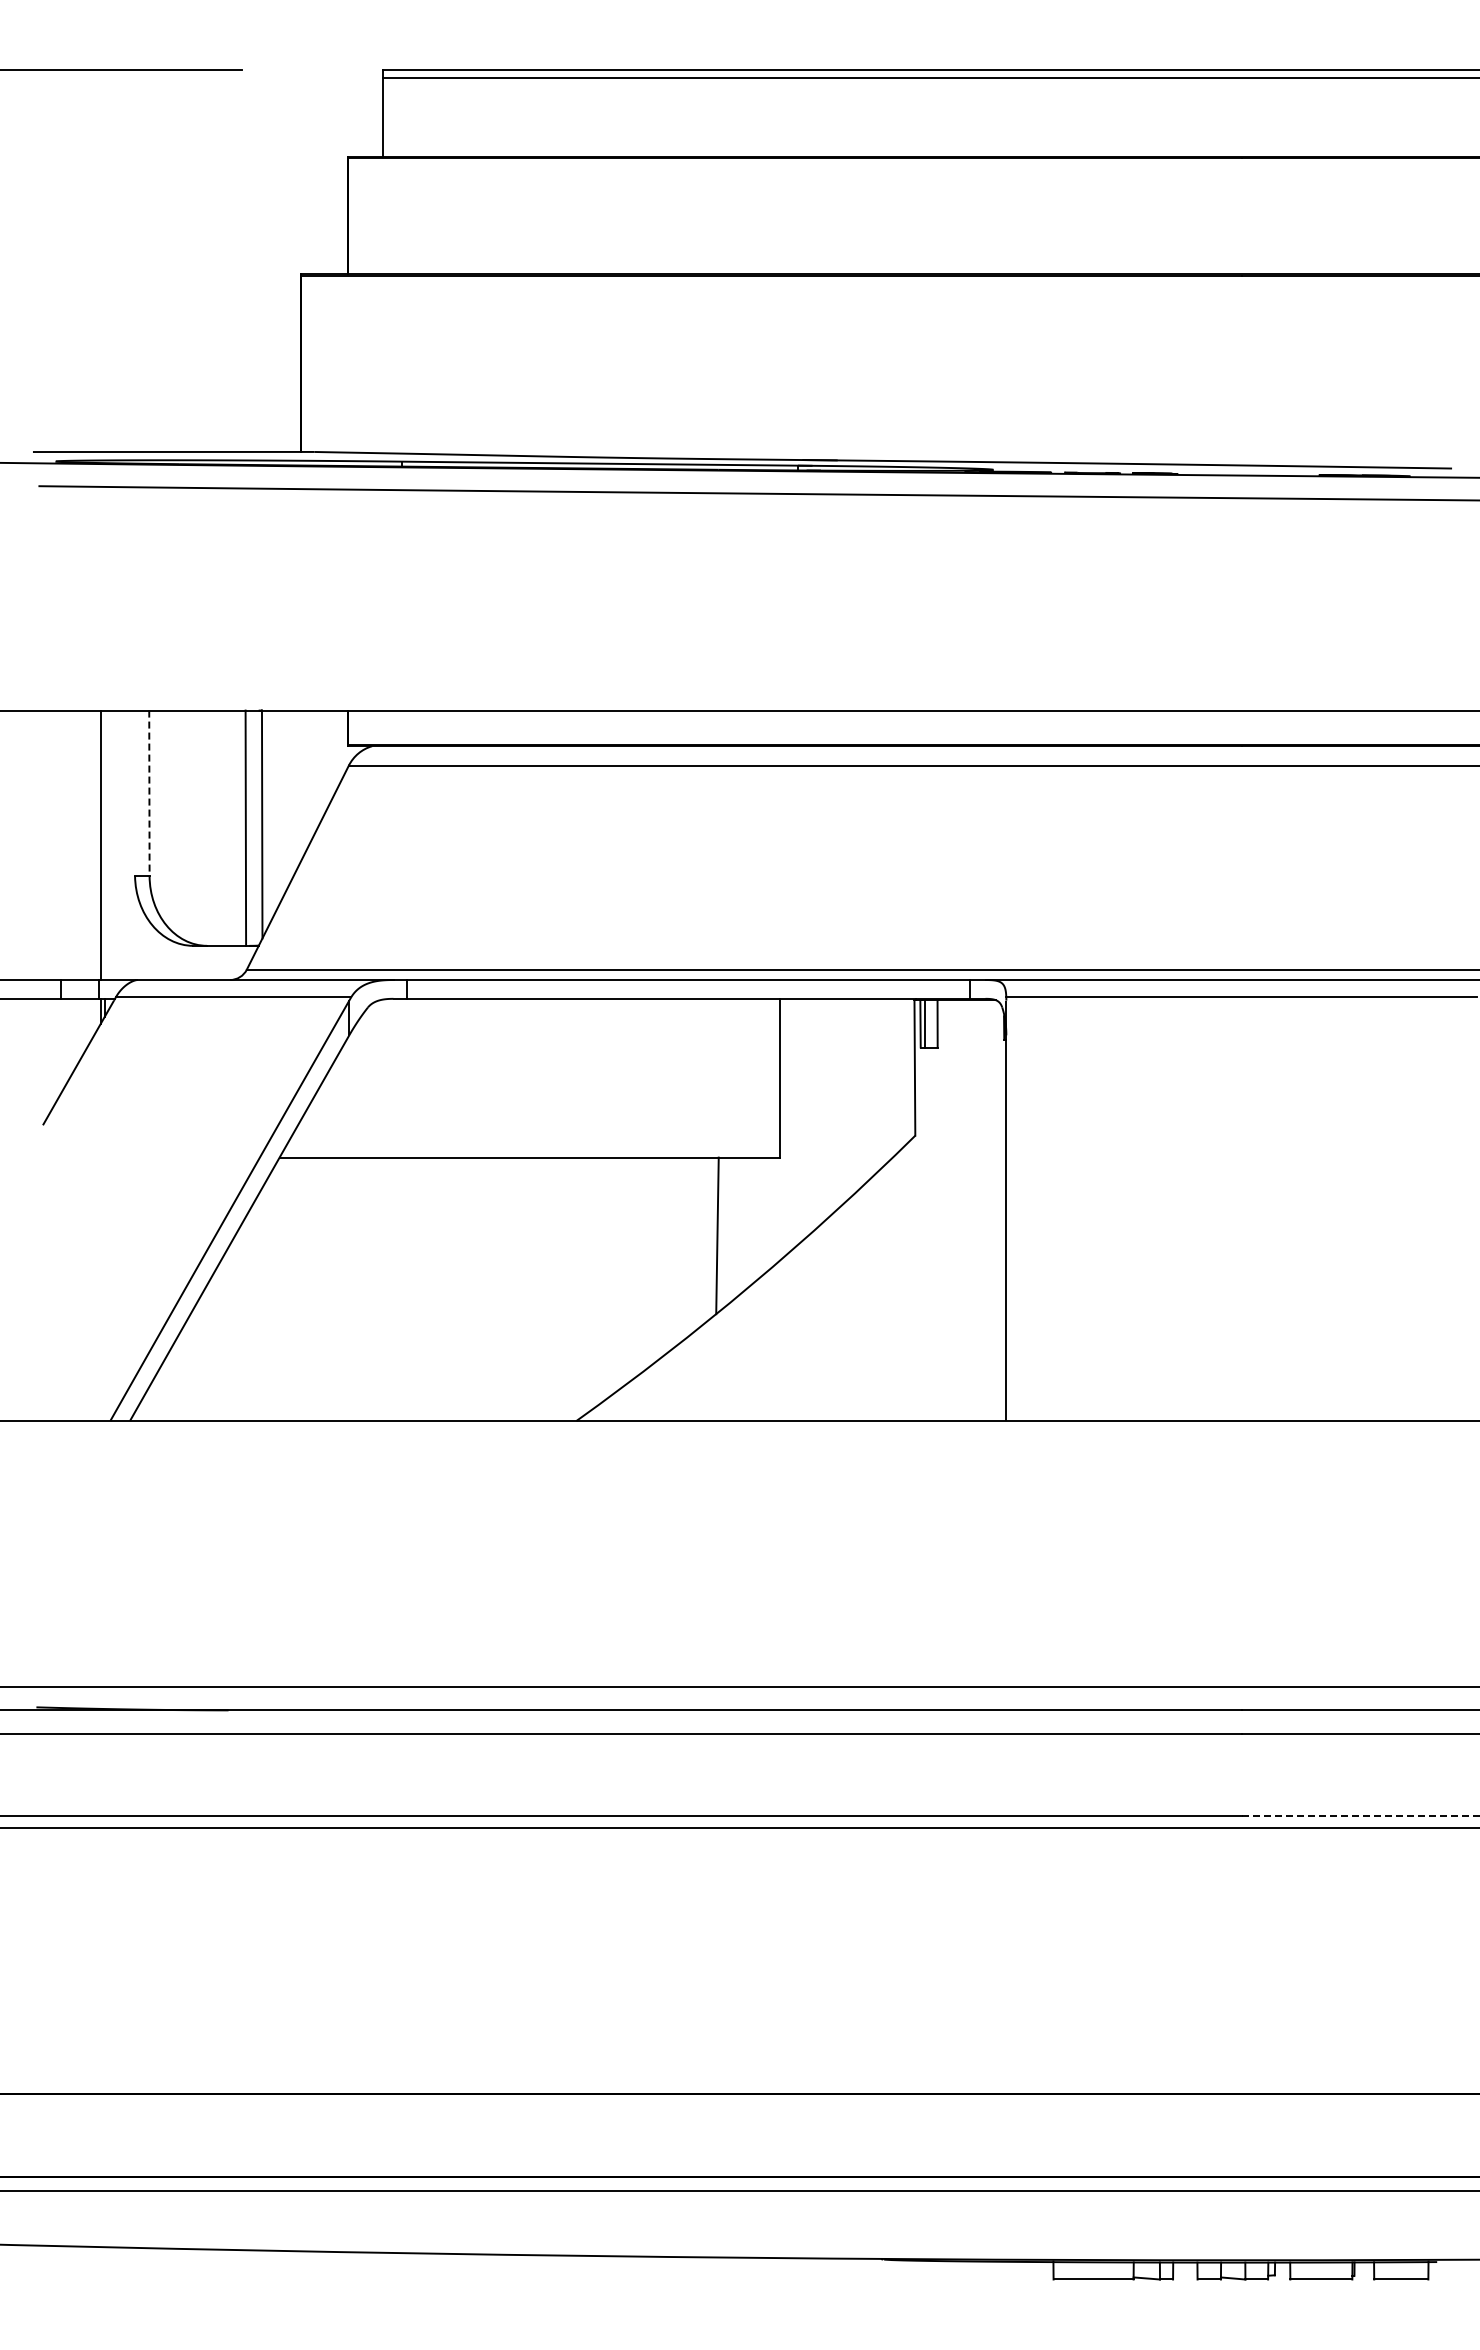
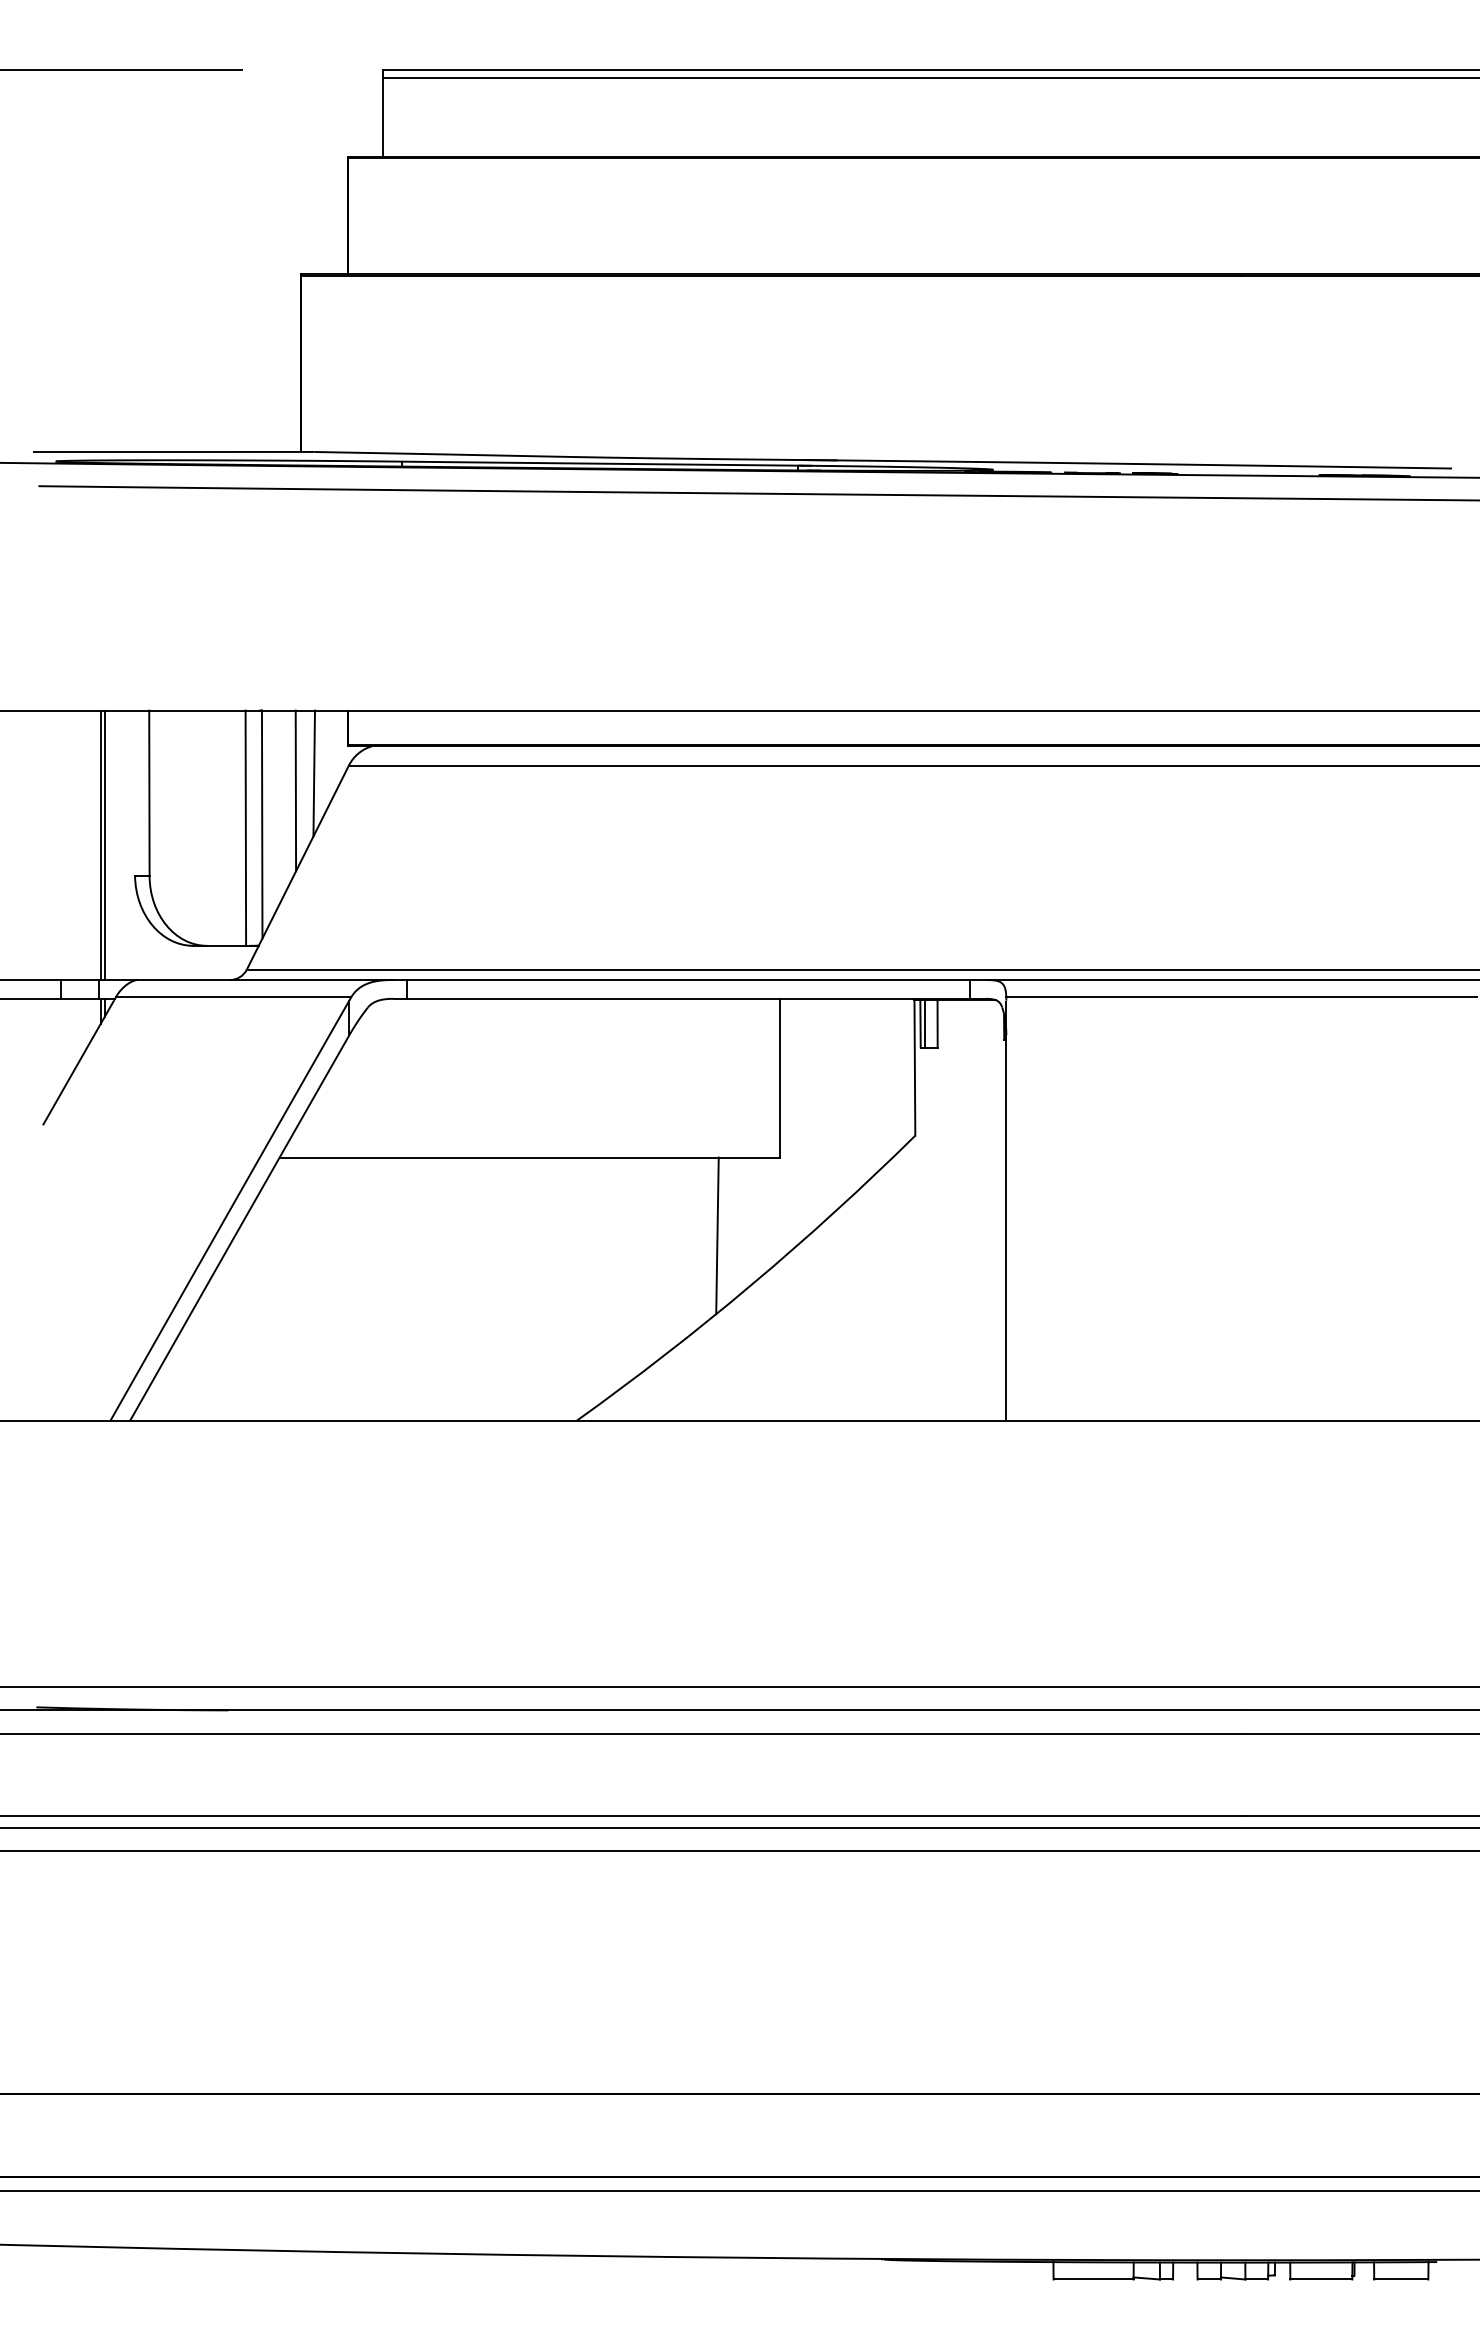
line at (314, 773): none -> present
line at (295, 790): none -> present
line at (149, 793): dashed -> solid
line at (104, 845): none -> present
line at (1360, 1816): dashed -> solid
line at (739, 1851): none -> present
